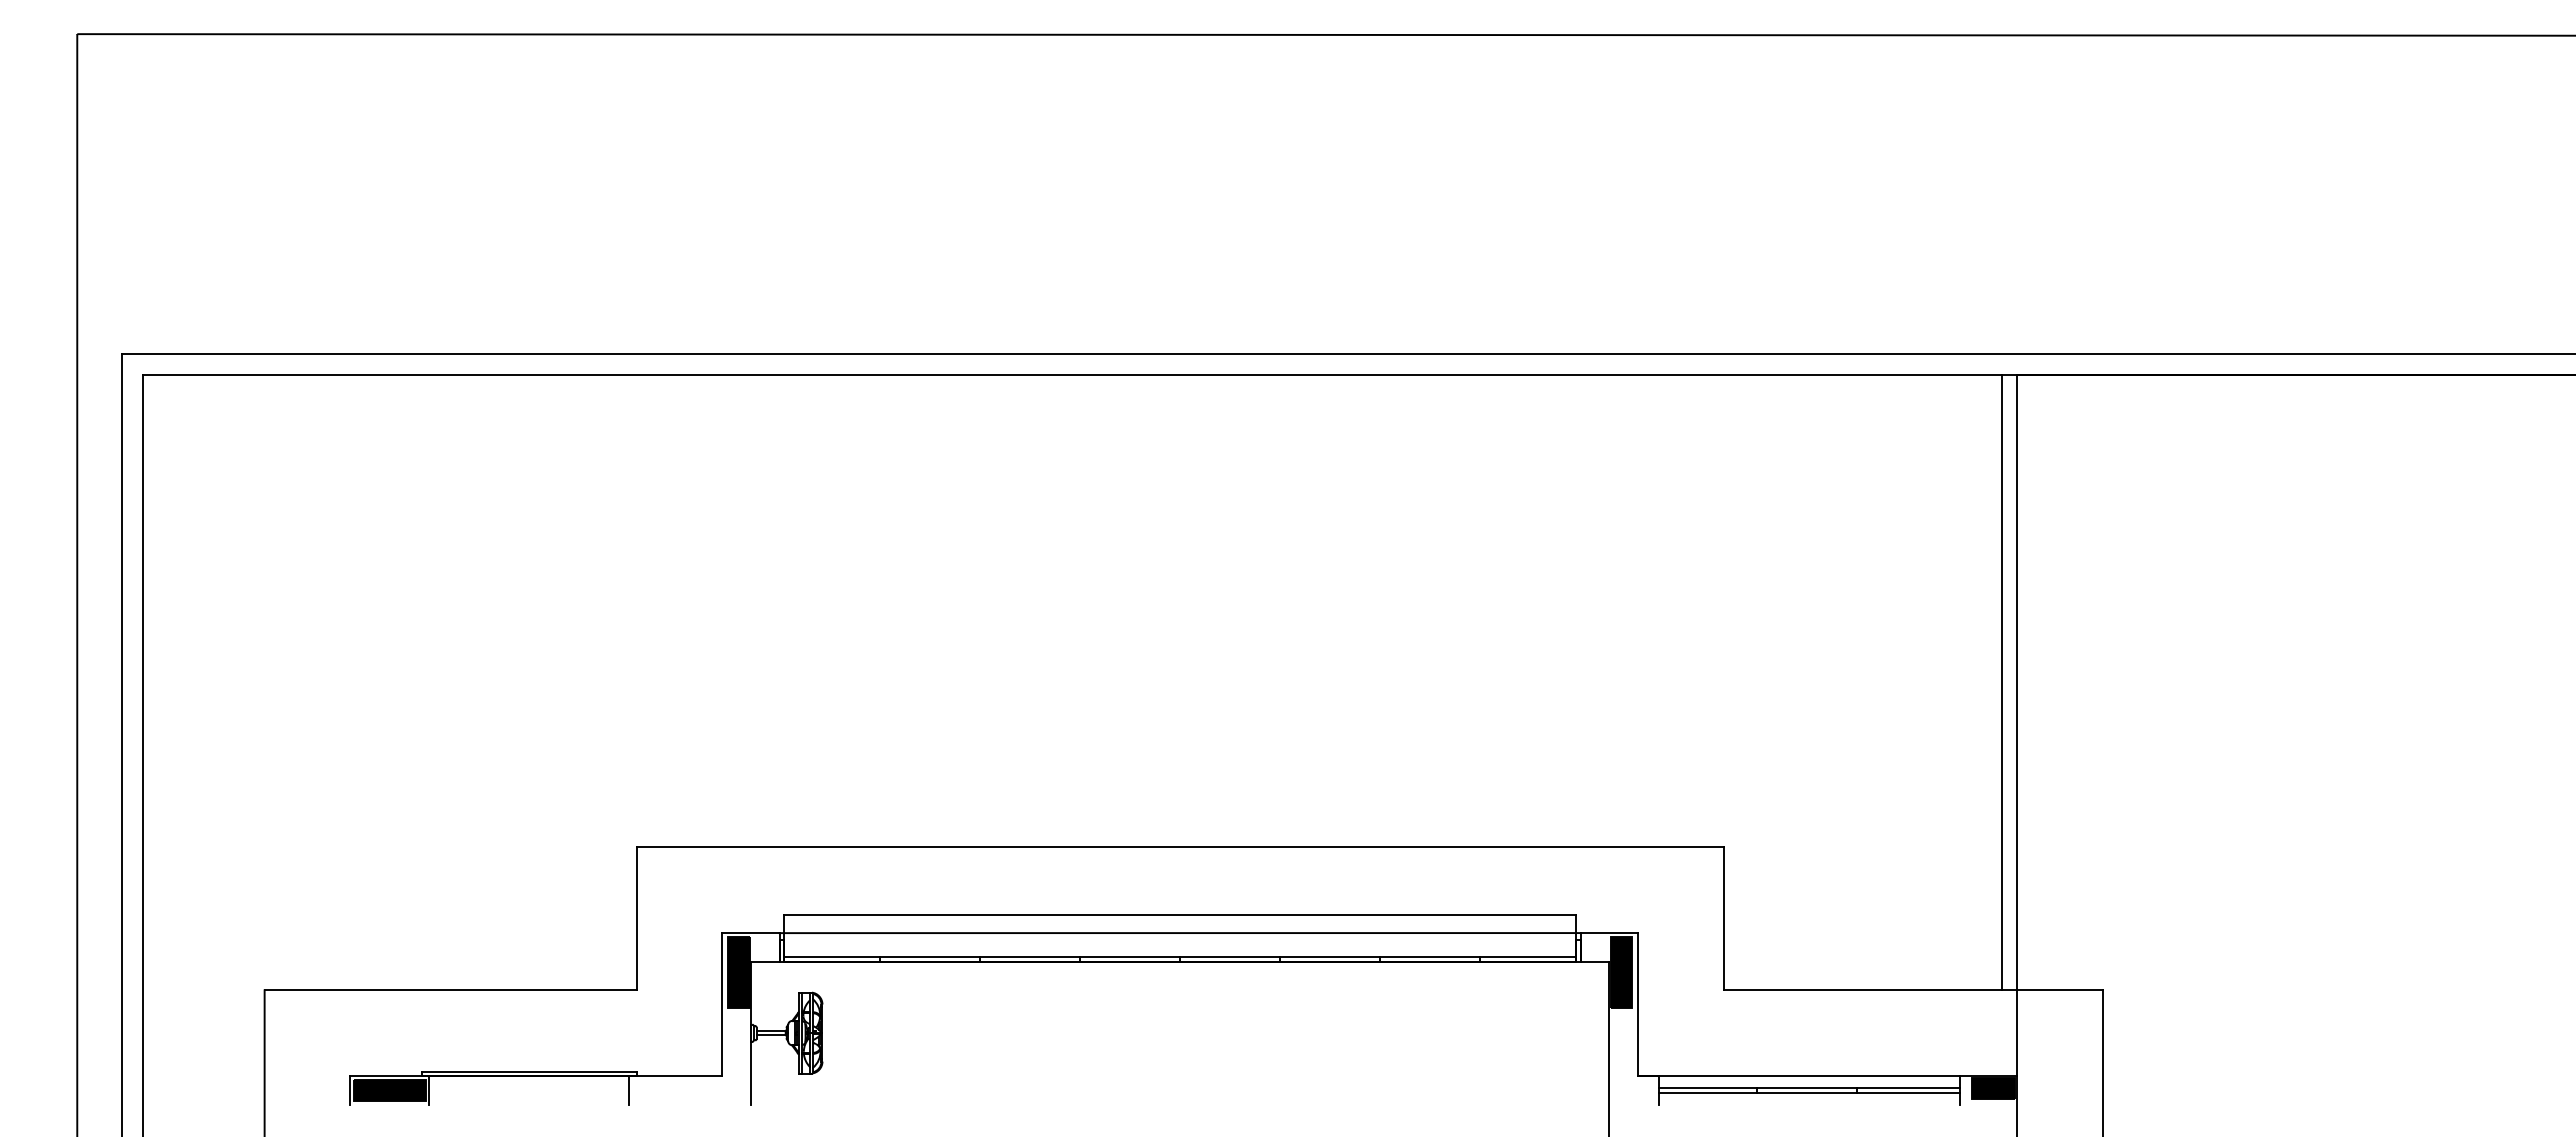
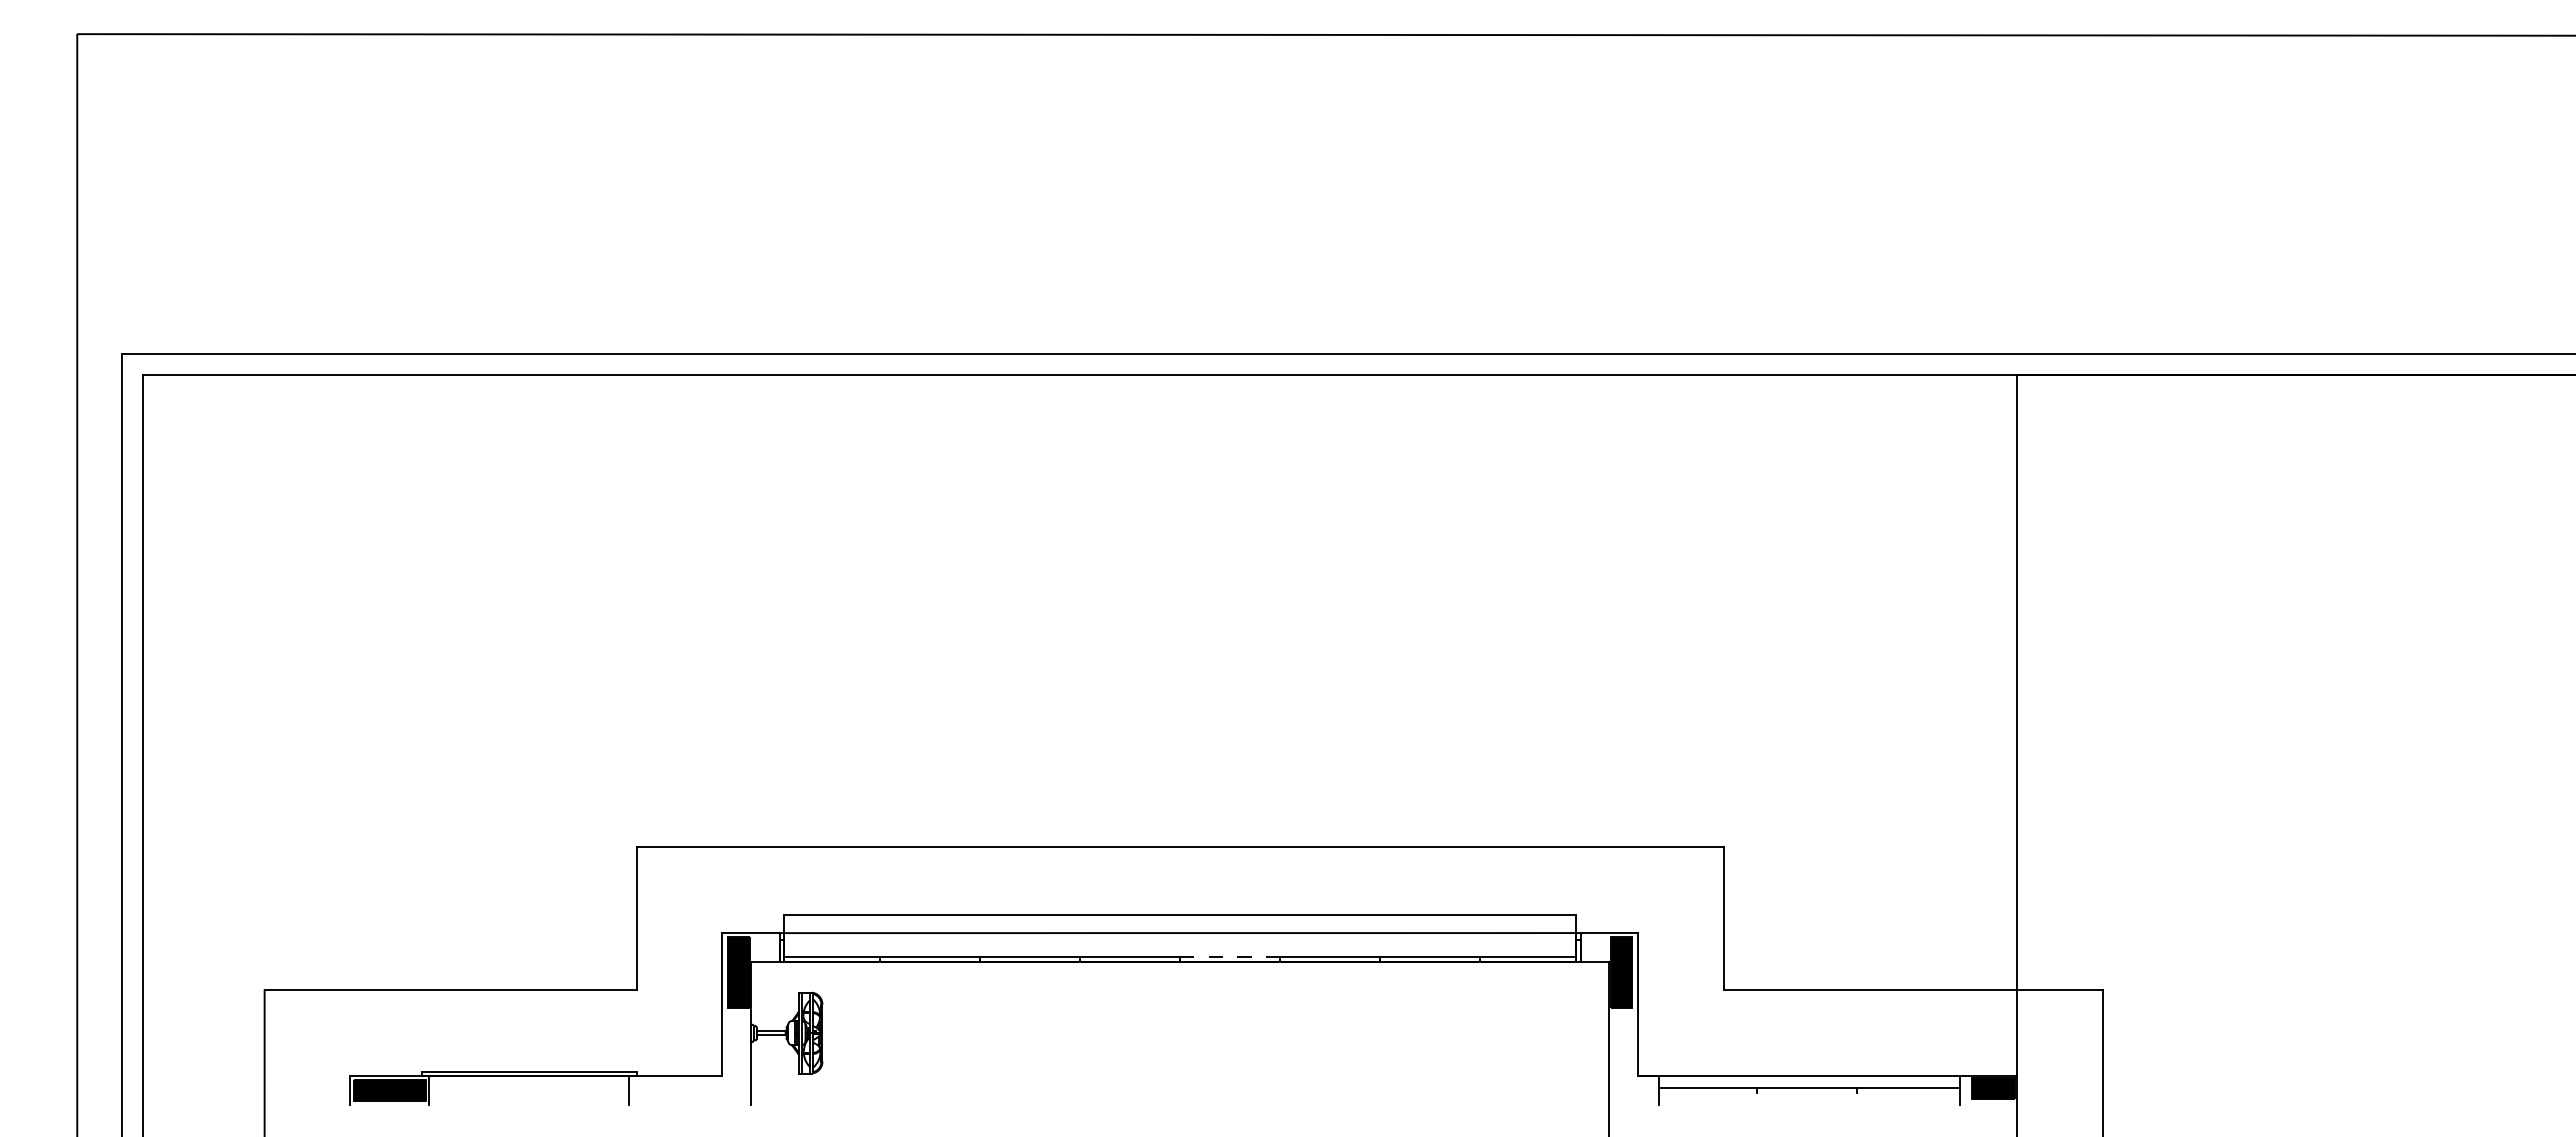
line at (2002, 682): present -> none
line at (1229, 957): solid -> dashed
line at (1809, 1092): present -> none
